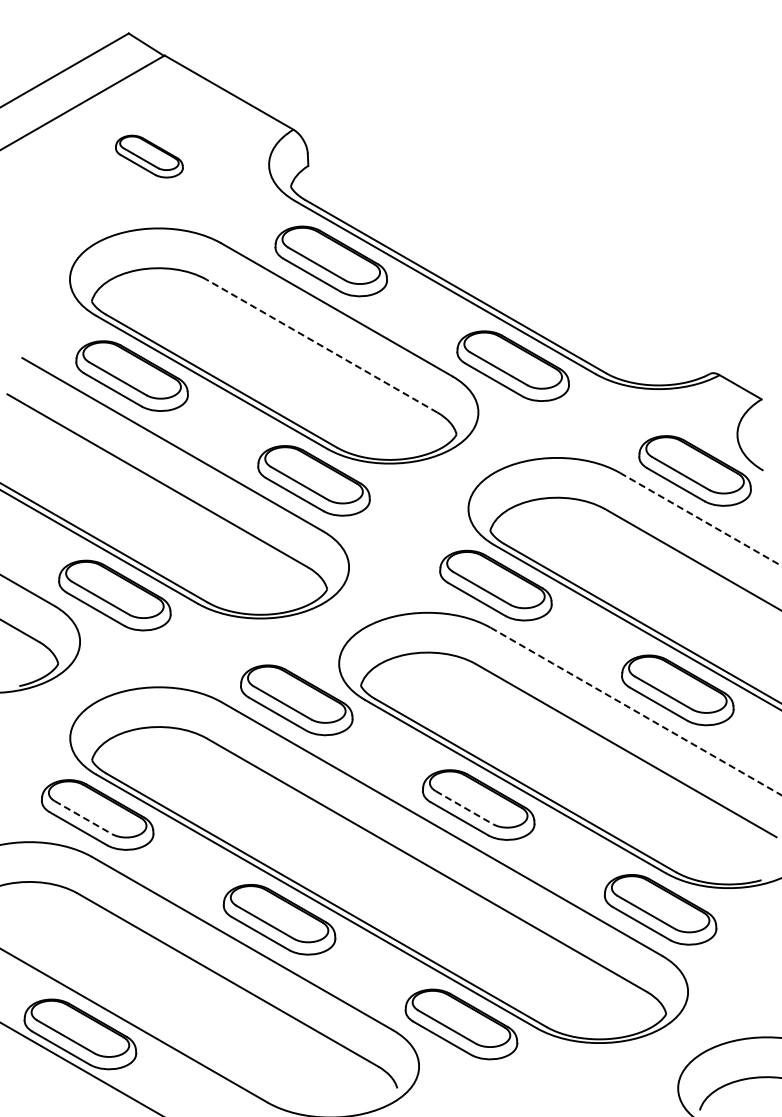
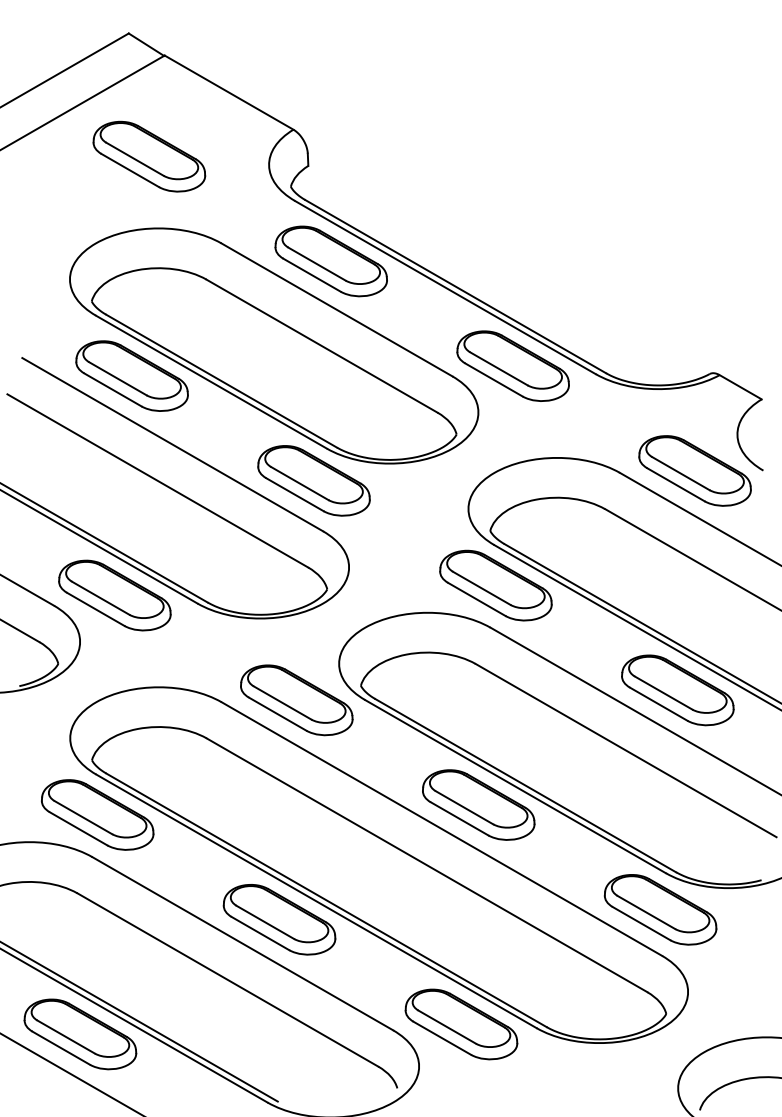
part at (149, 156) size: 69x45 px -> 115x73 px
line at (321, 345): dashed -> solid
line at (701, 519): dashed -> solid
line at (636, 711): dashed -> solid
line at (464, 807): dashed -> solid
line at (83, 817): dashed -> solid
line at (139, 1021): none -> present
line at (80, 1068) position: (80, 1068) -> (70, 1073)
